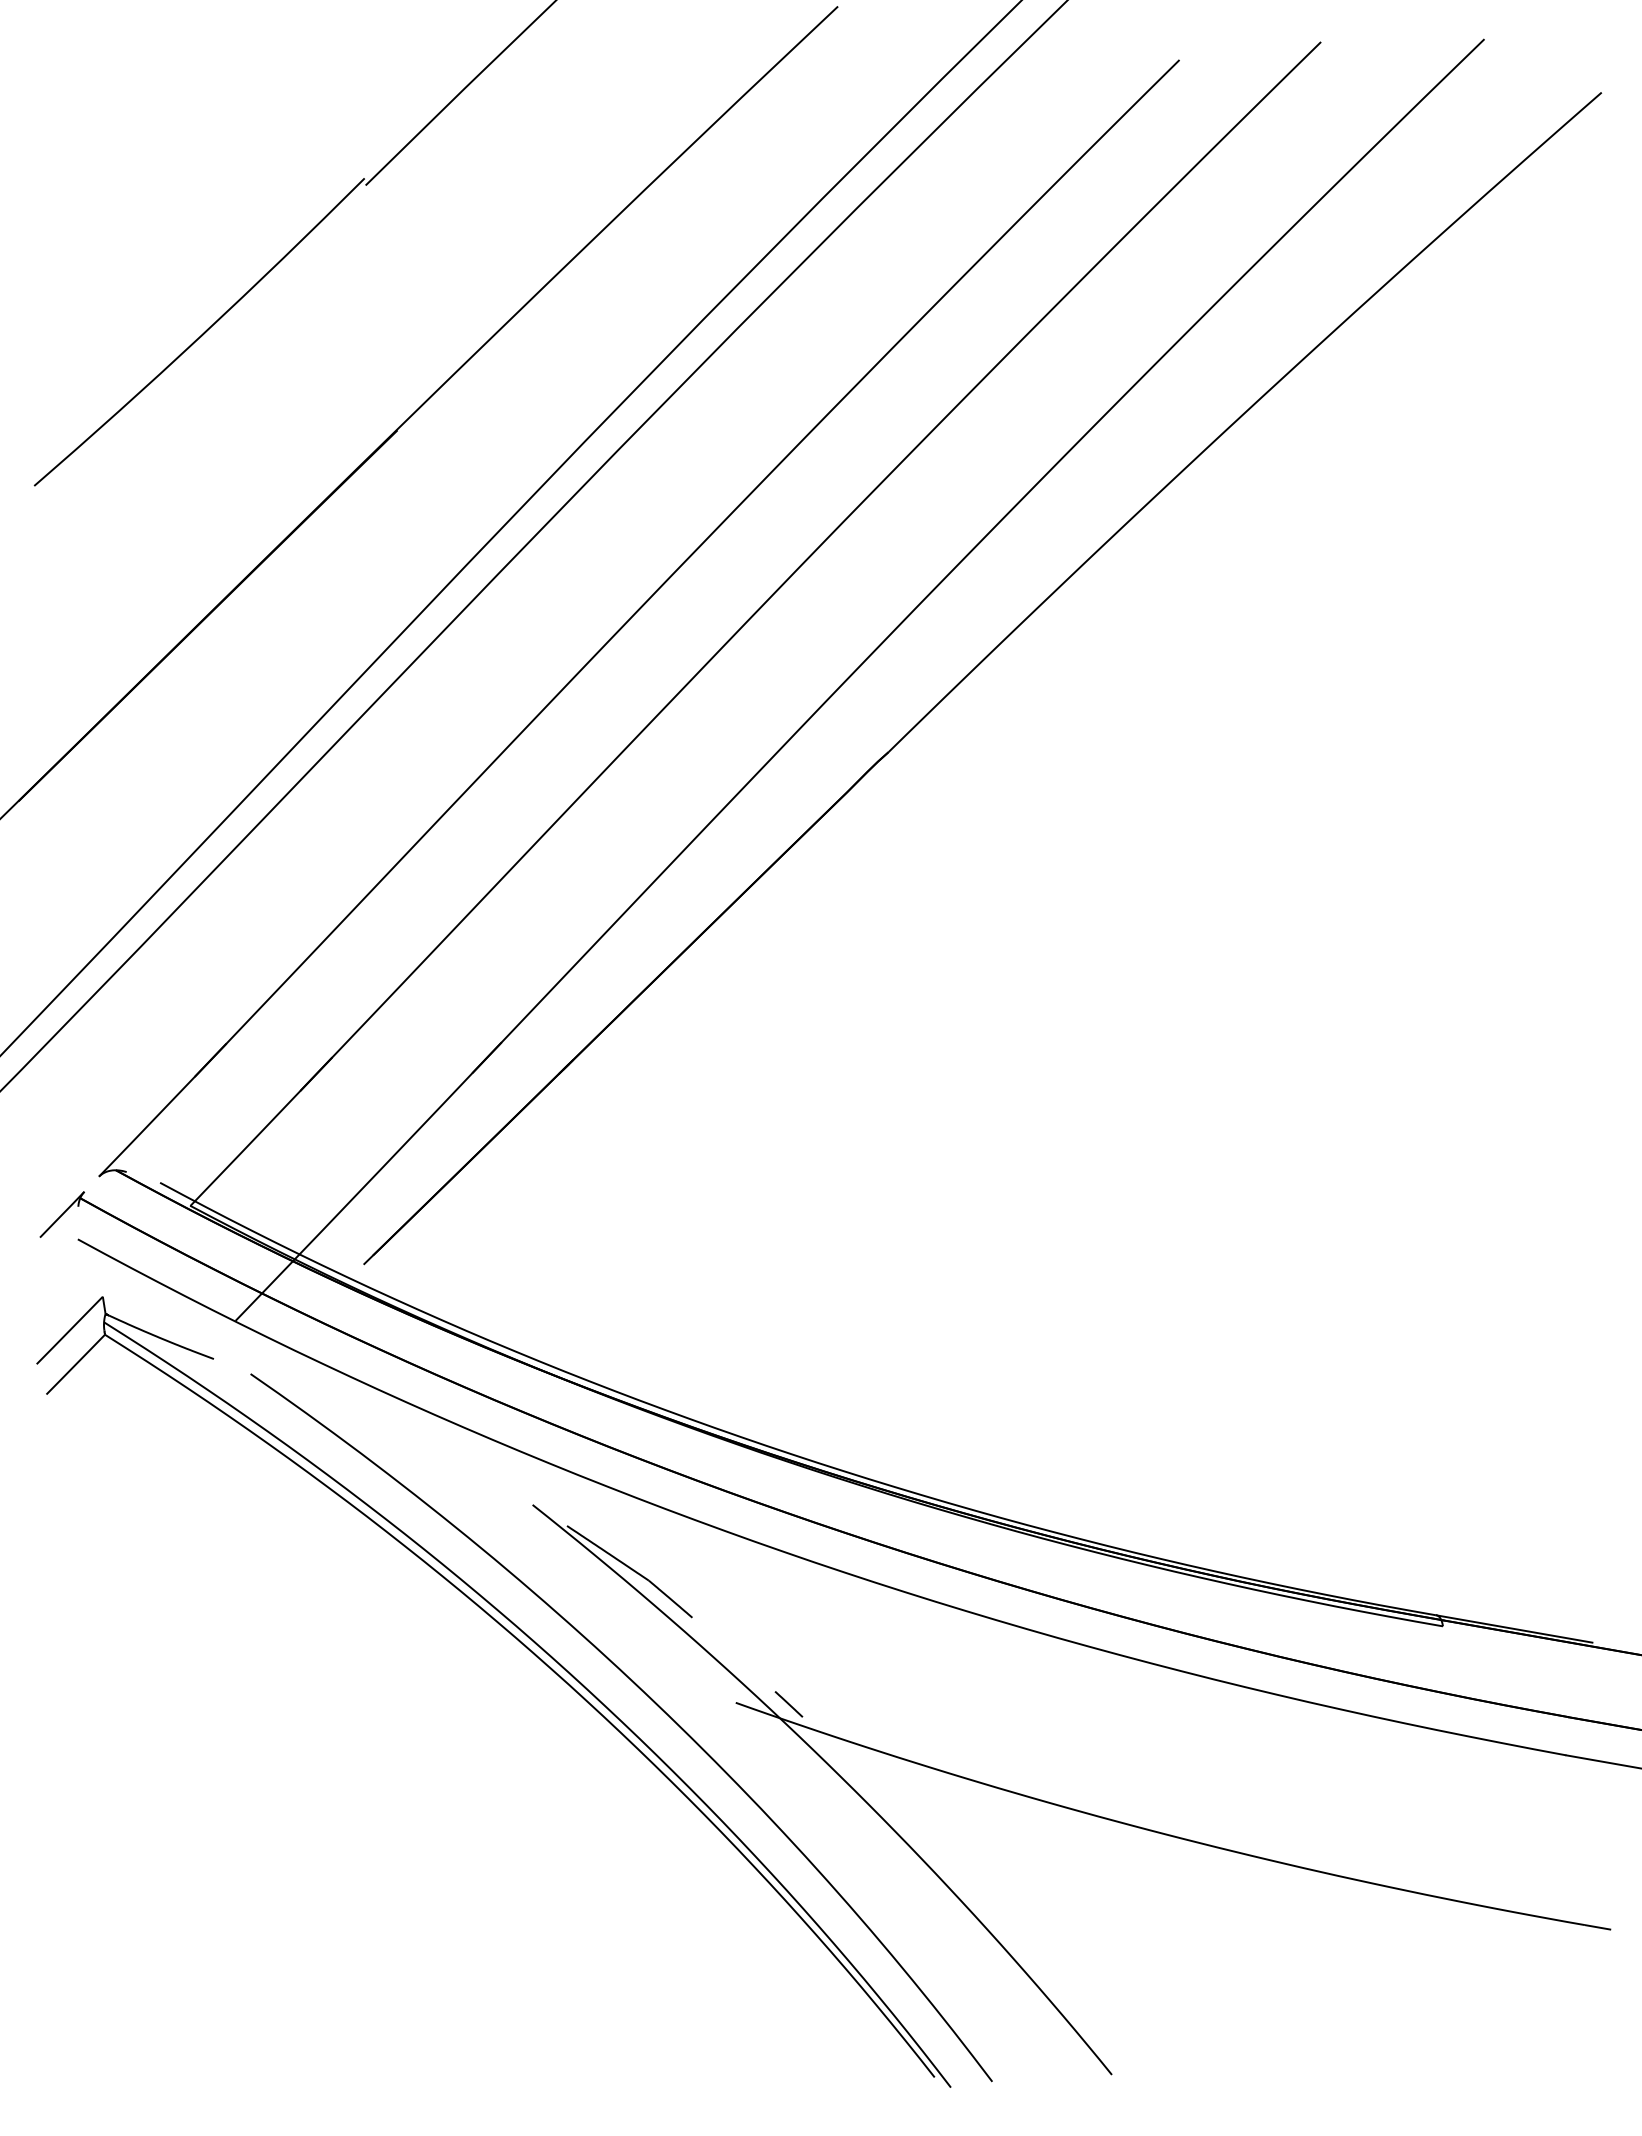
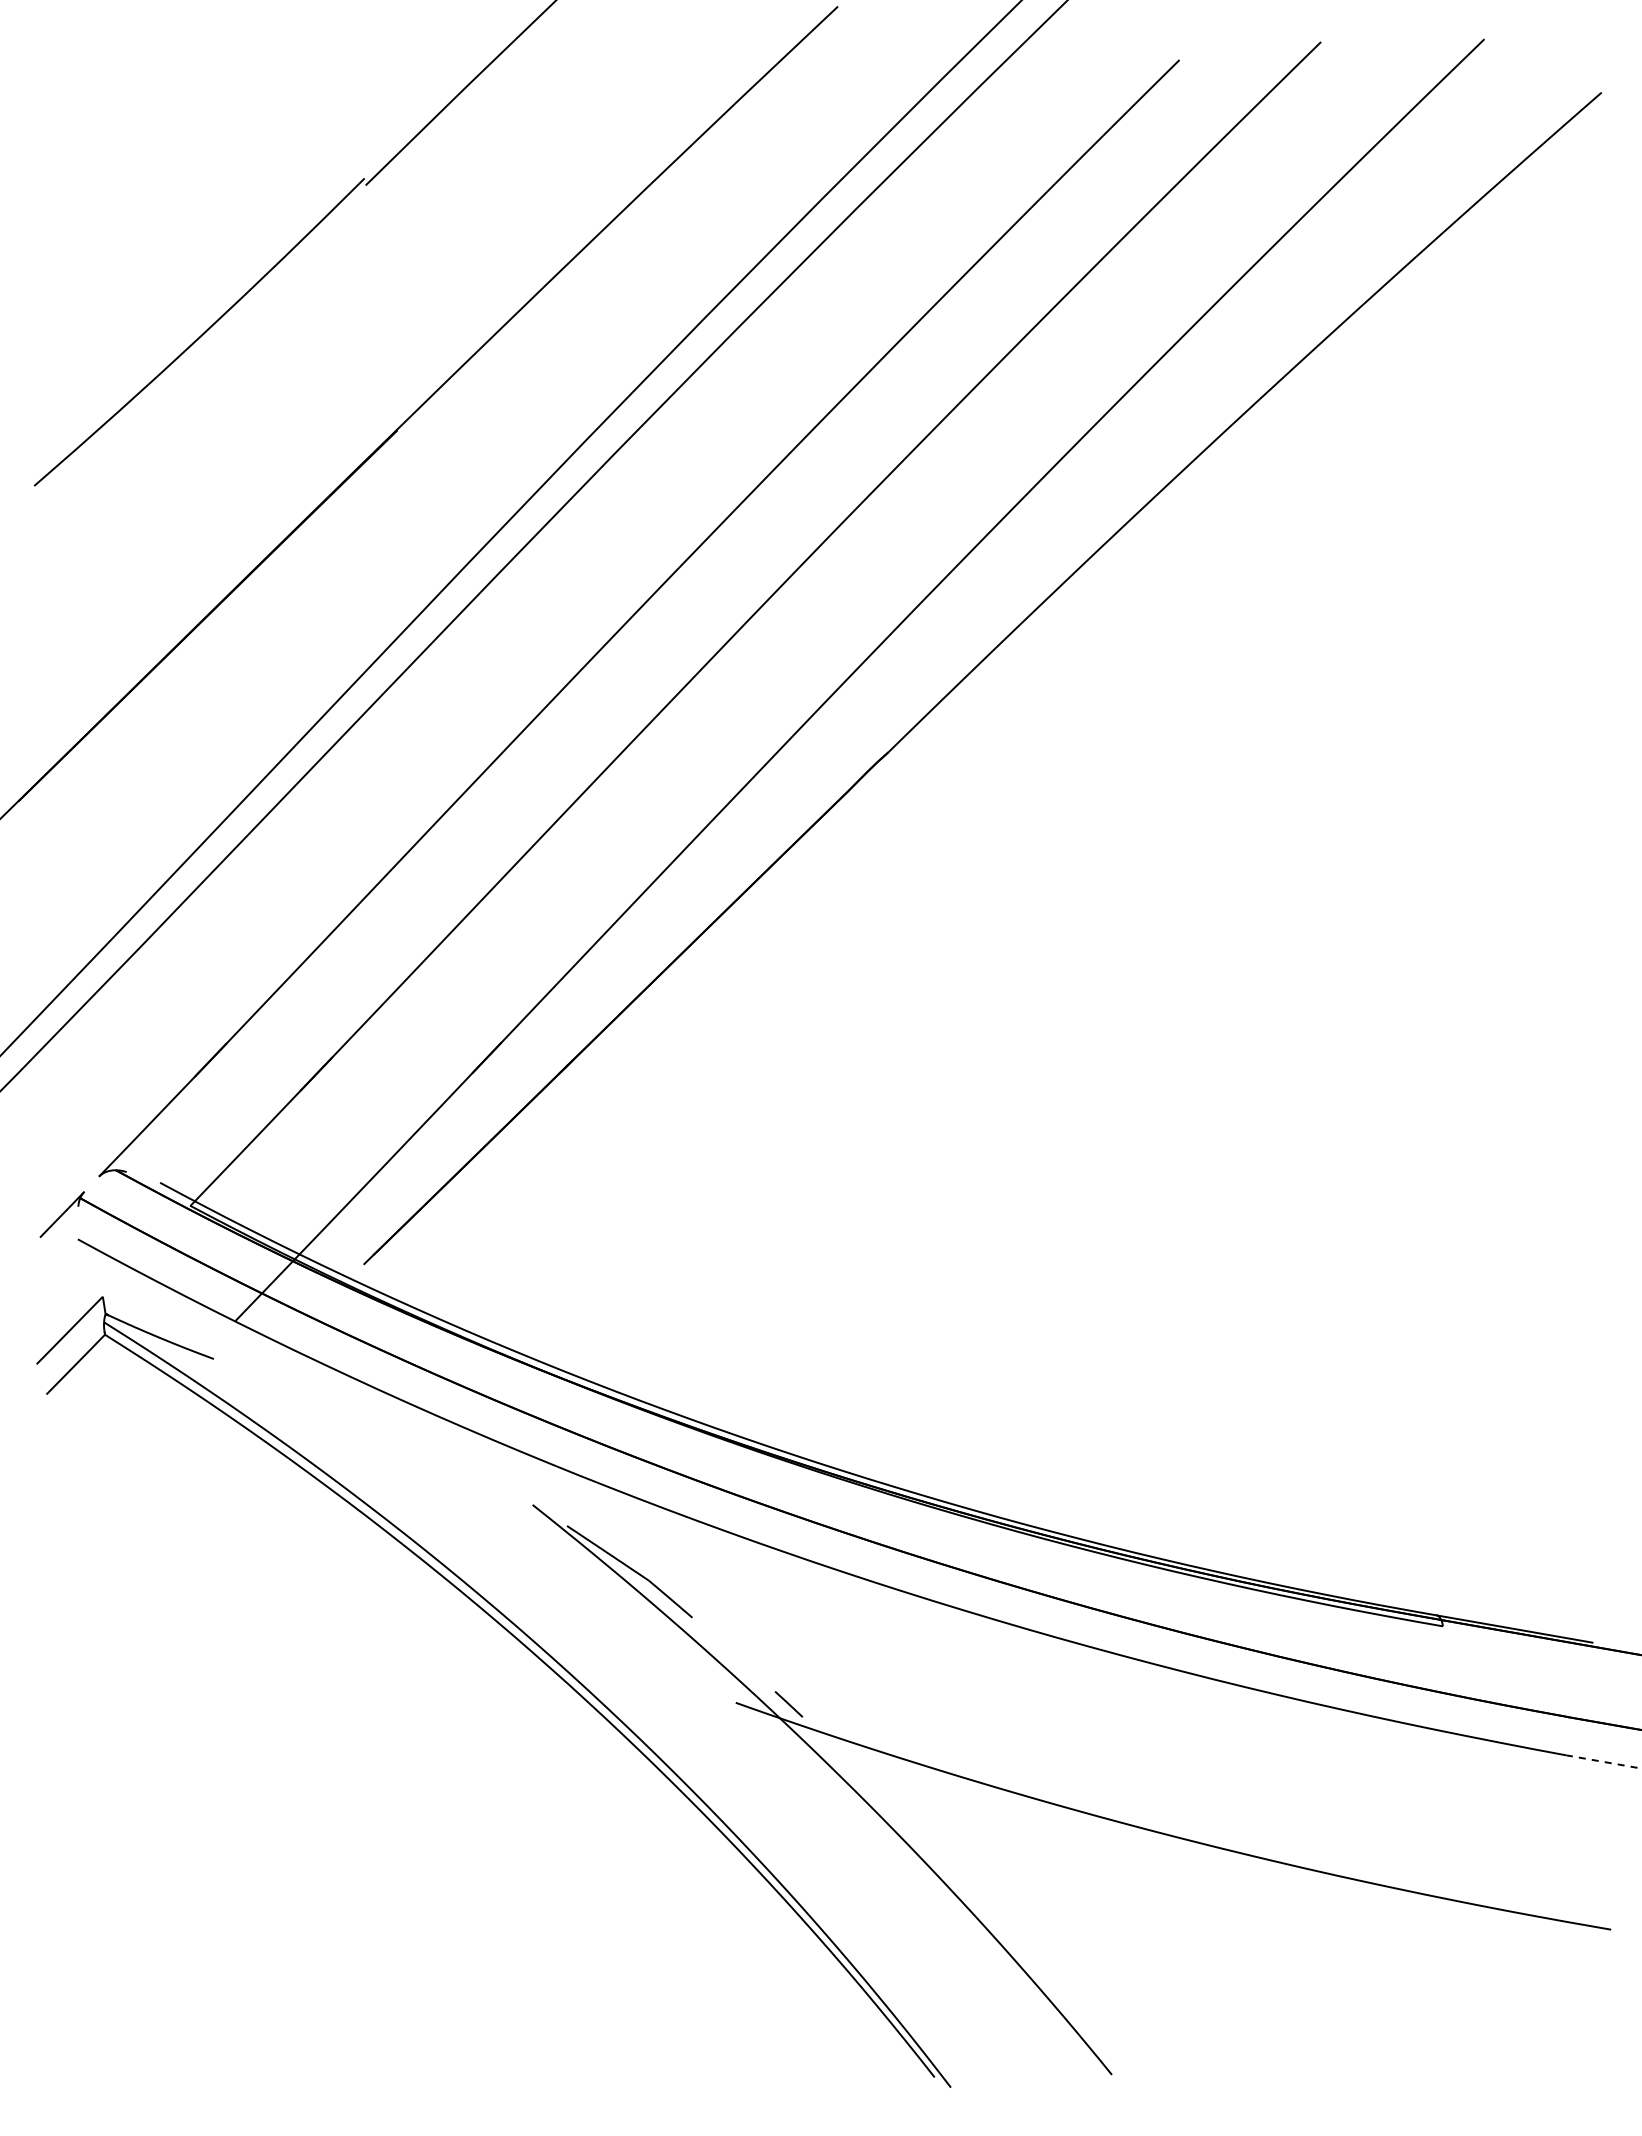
curve at (649, 1698): present -> none
line at (1603, 1761): solid -> dashed
